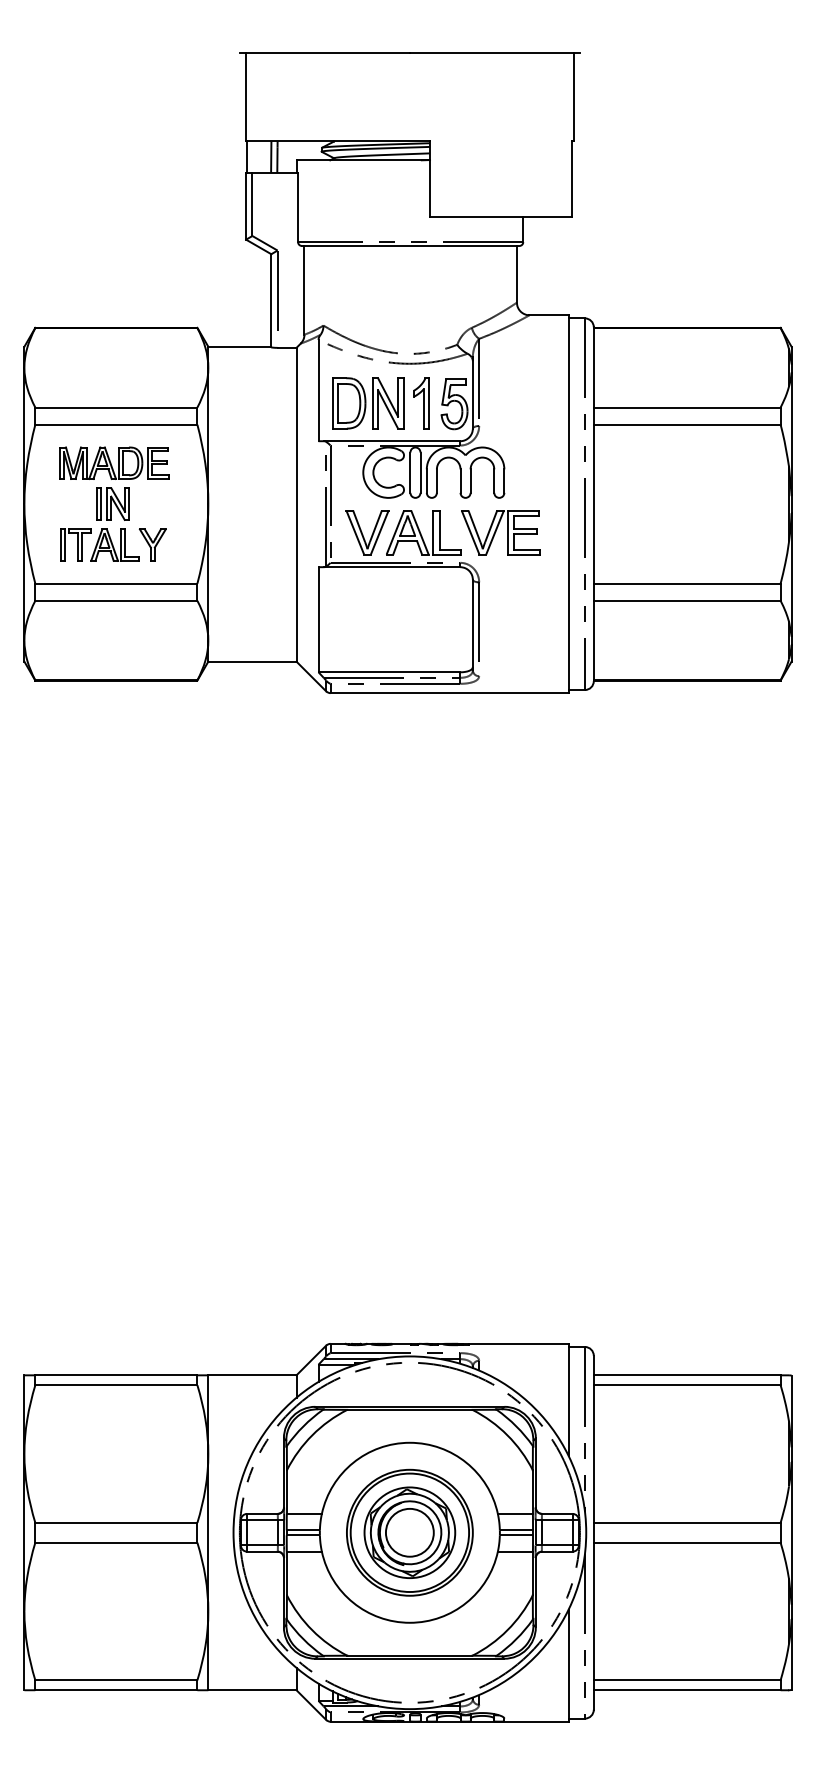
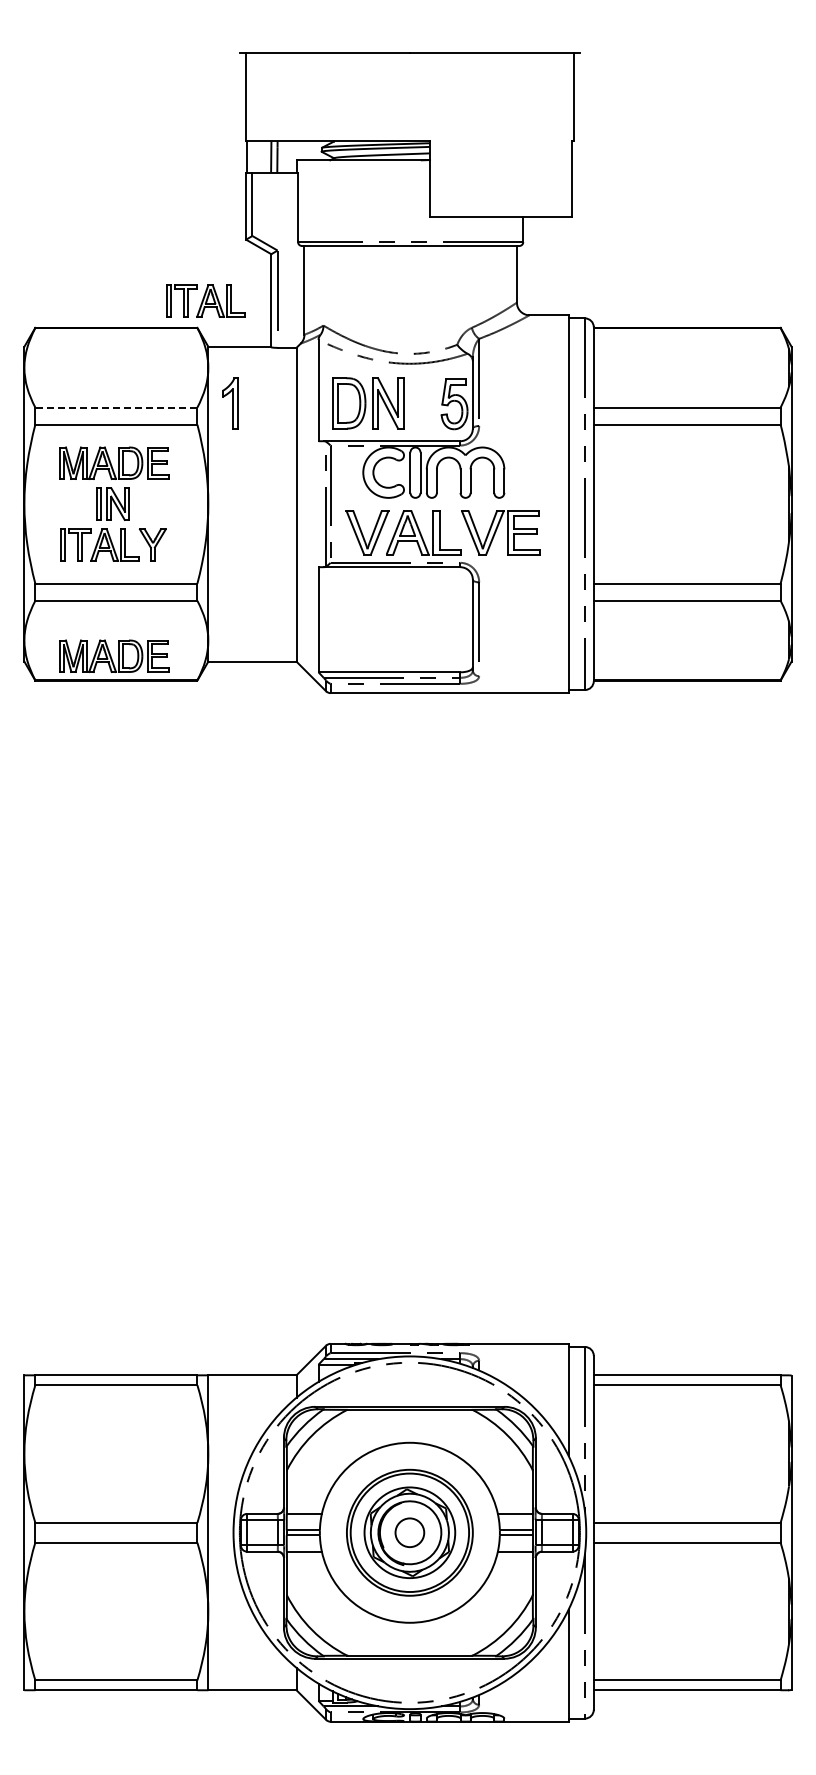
part at (205, 300): none -> present
part at (421, 403) position: (421, 403) -> (230, 403)
line at (115, 407): solid -> dashed
part at (114, 655): none -> present
circle at (409, 1532) diameter: 48 px -> 29 px
